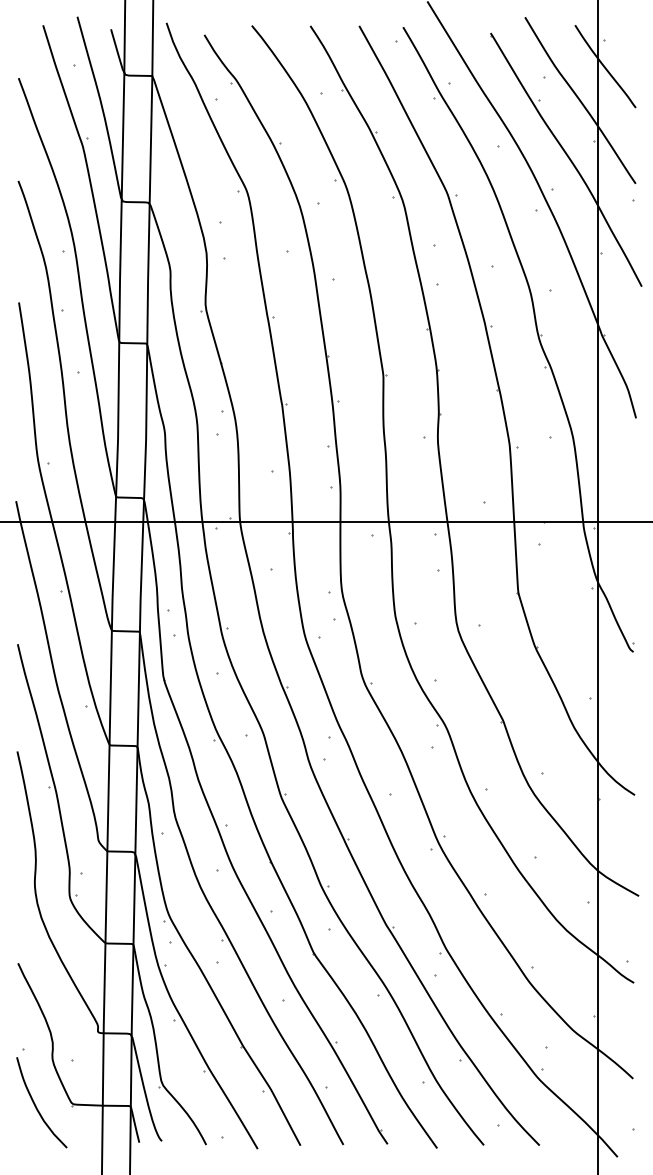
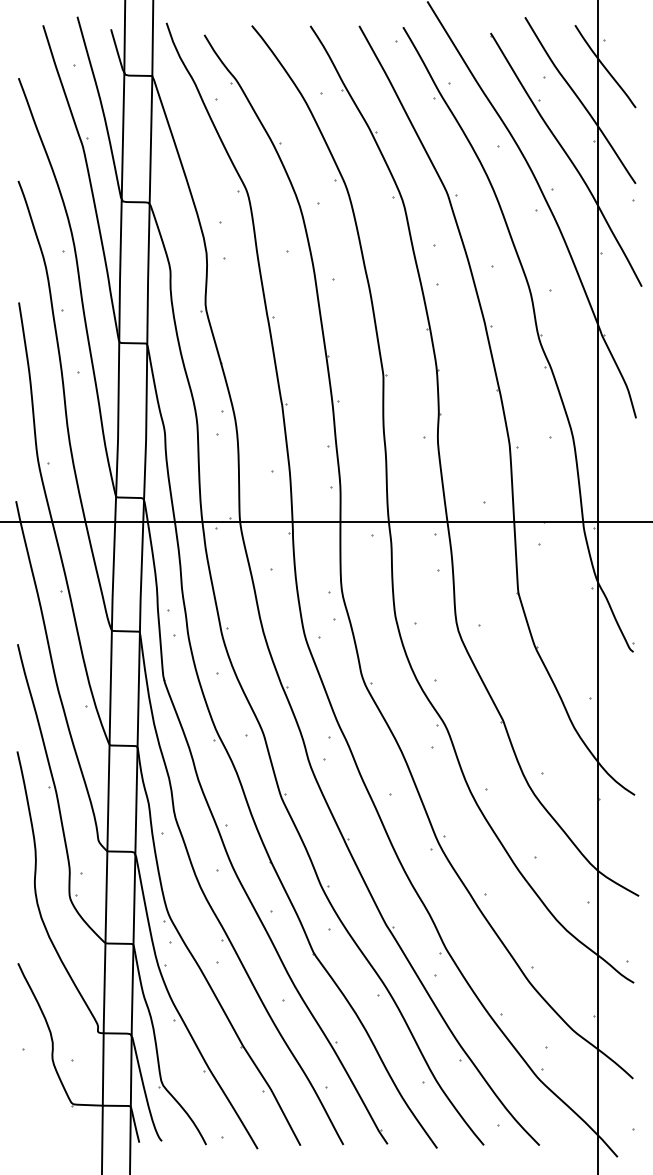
curve at (36, 1105): present -> none
